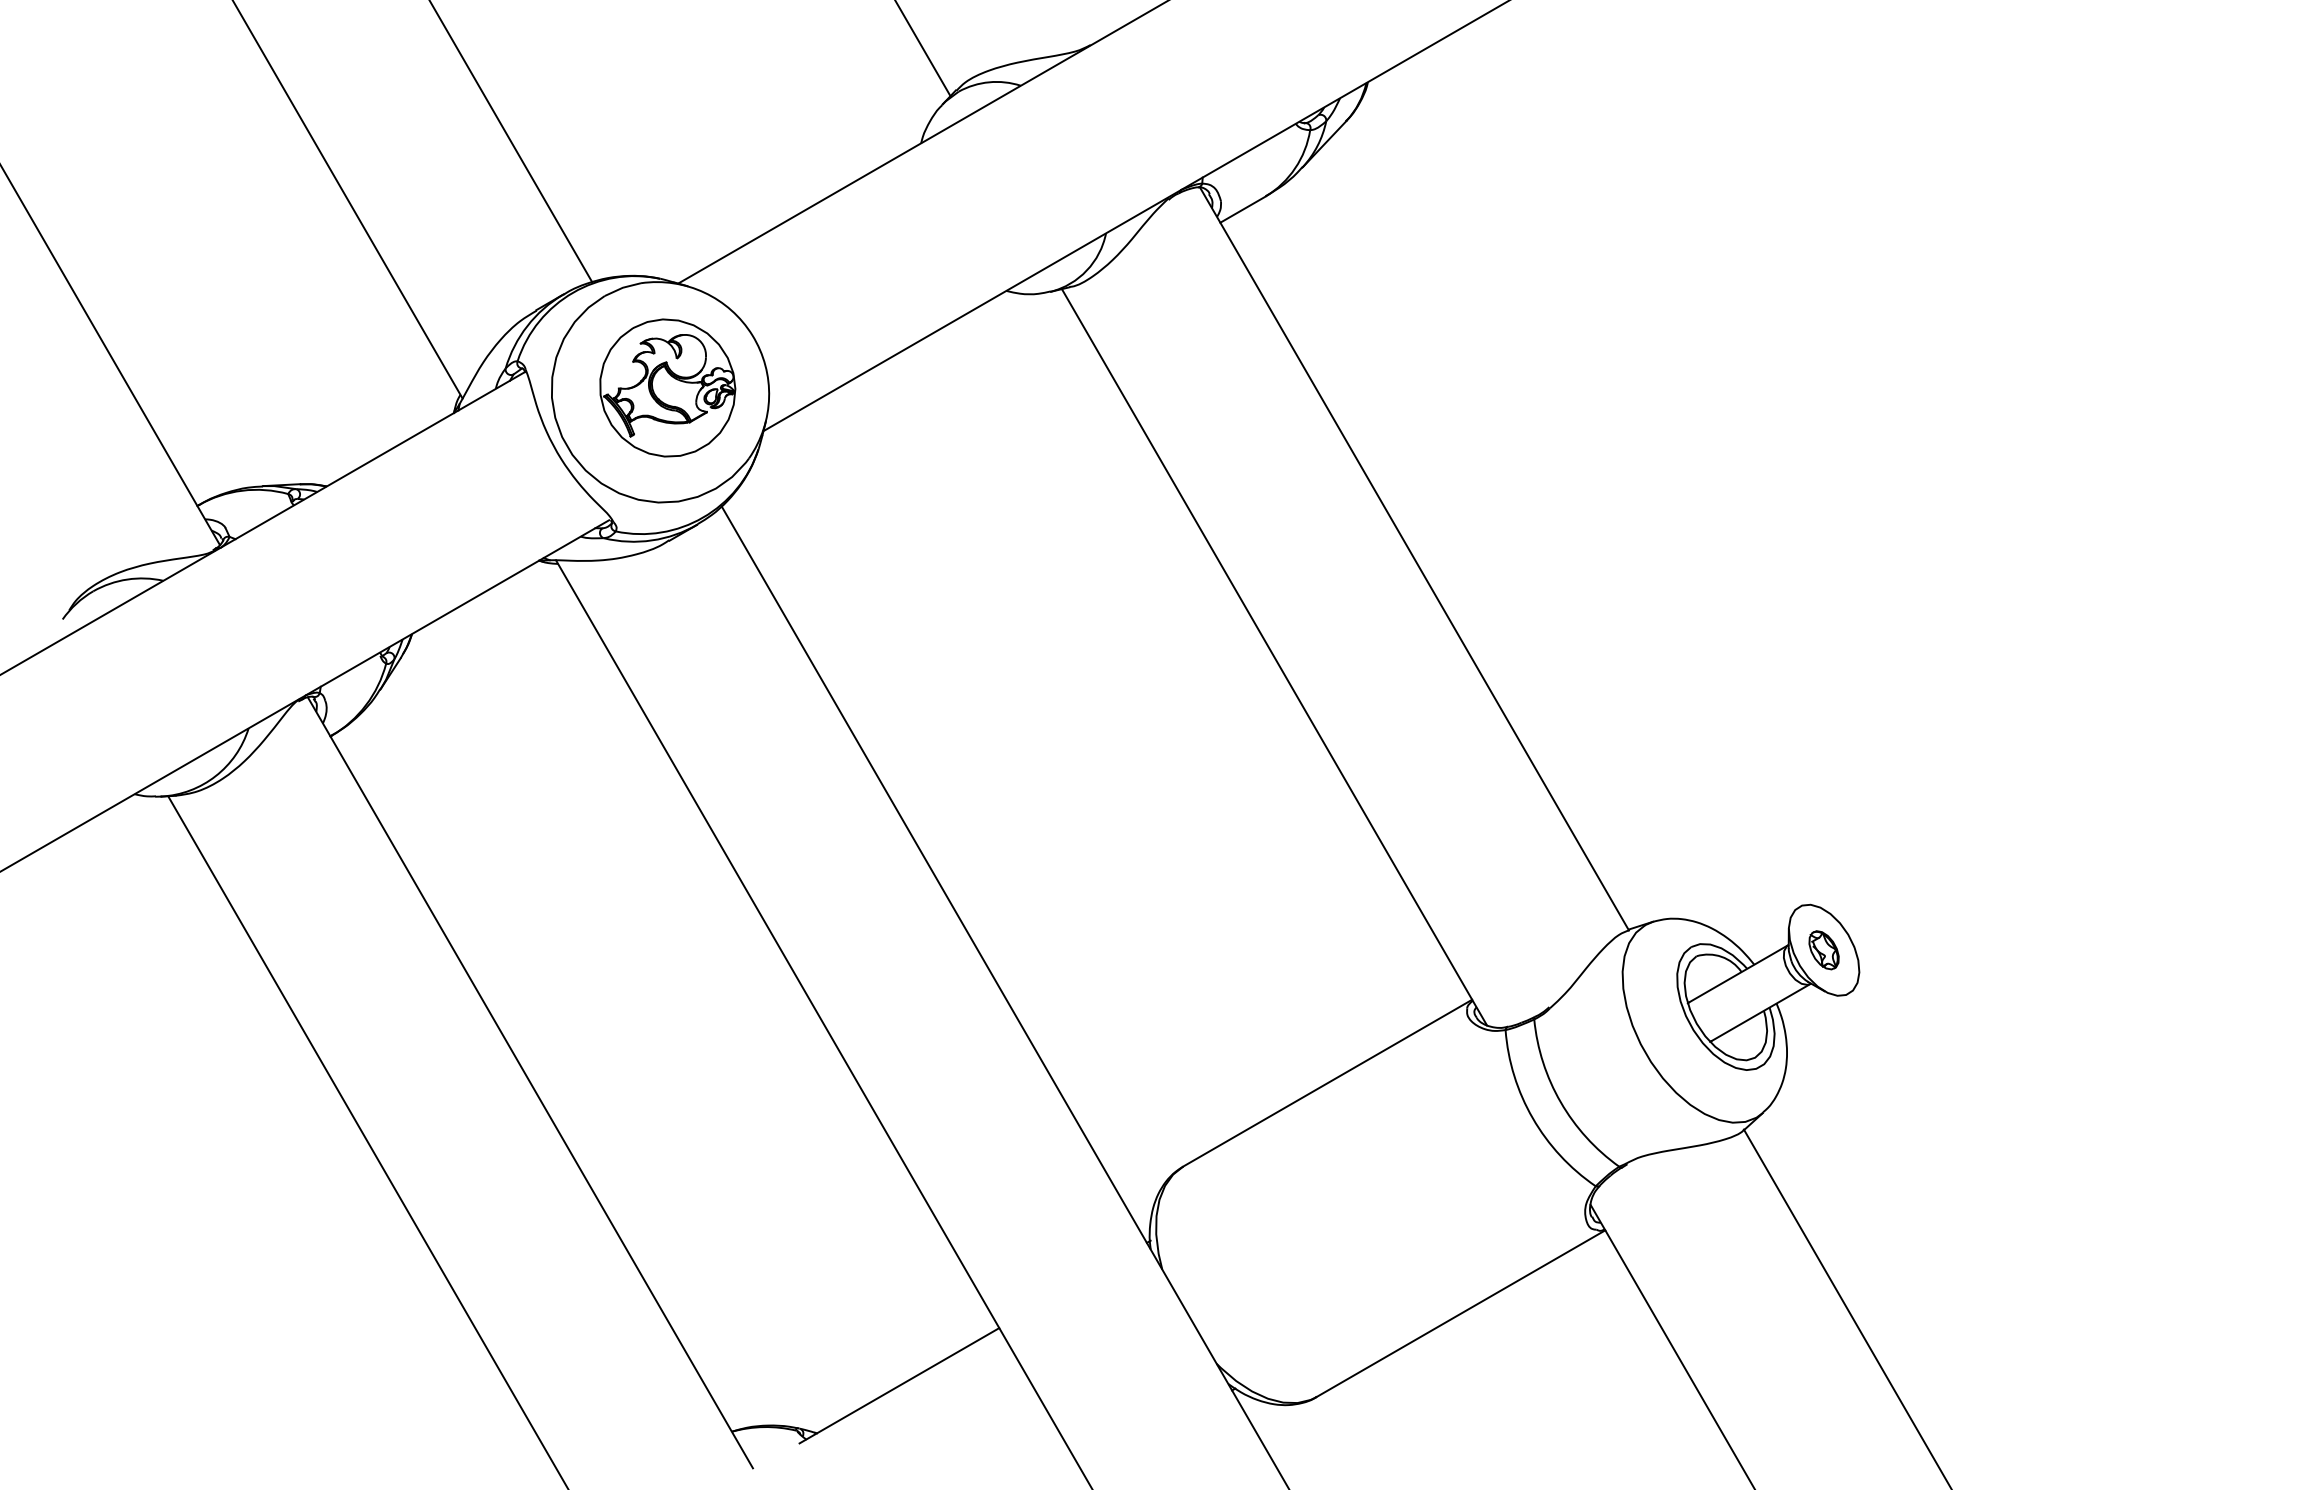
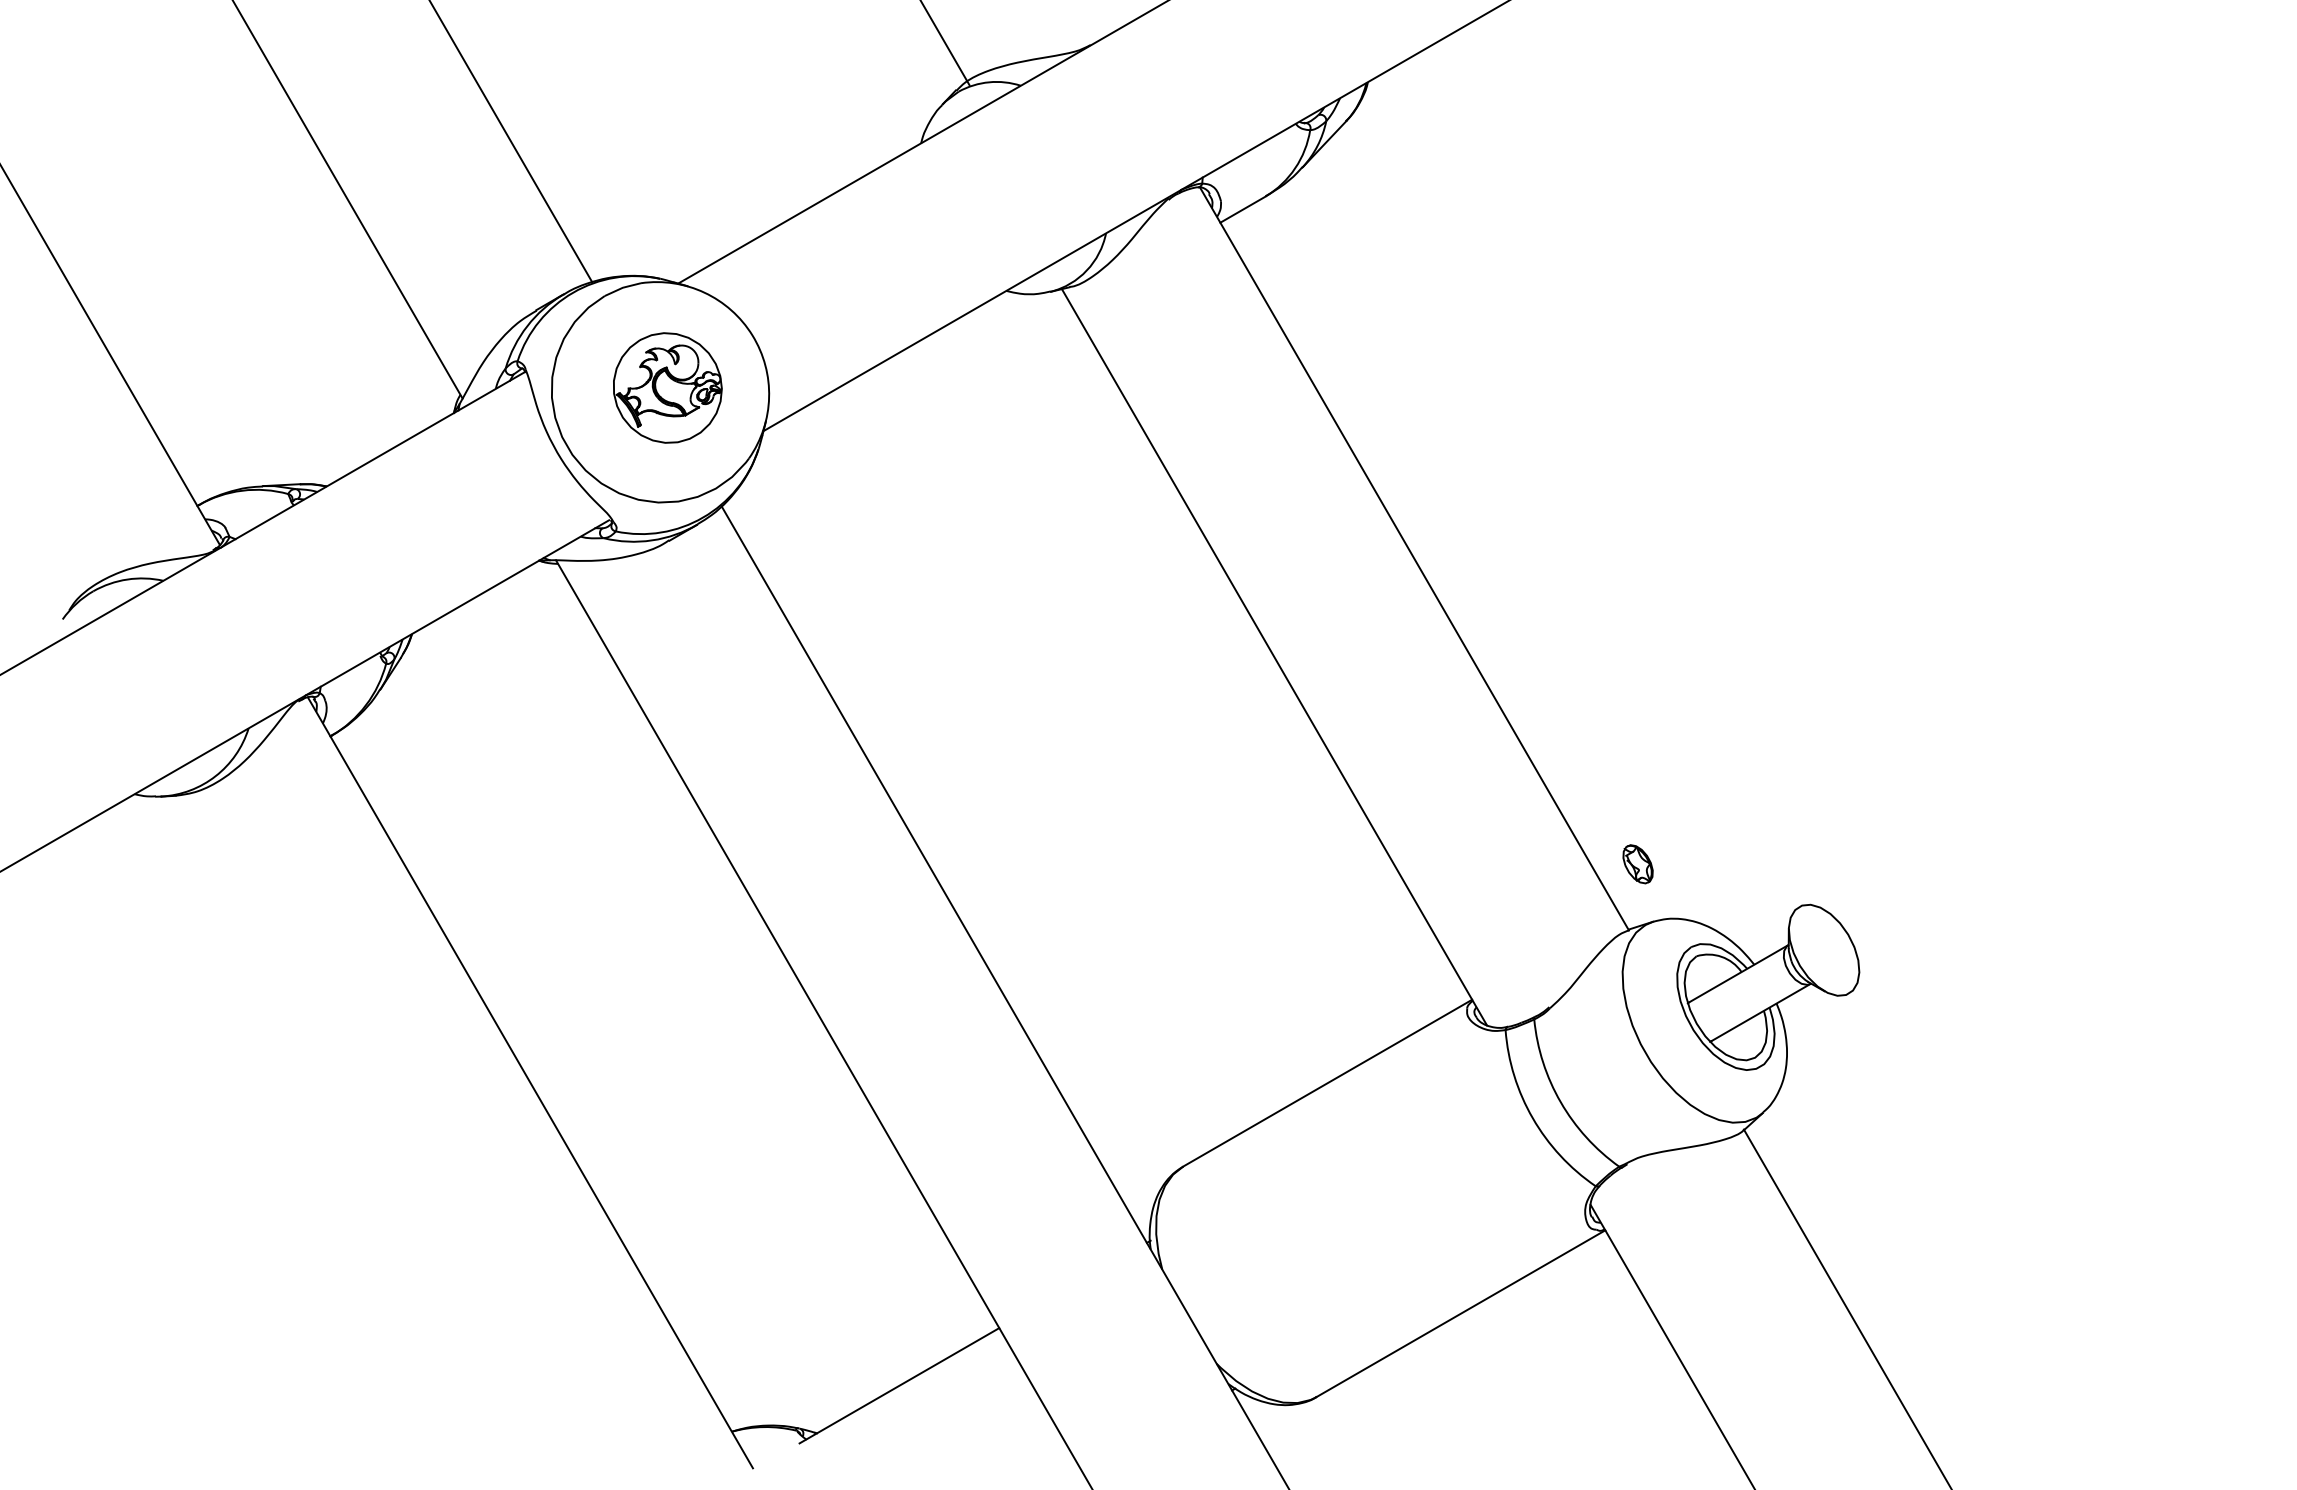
line at (923, 49) position: (923, 49) -> (945, 43)
part at (667, 387) size: 138x140 px -> 110x112 px
part at (1823, 950) position: (1823, 950) -> (1637, 864)
line at (367, 1141): present -> none
